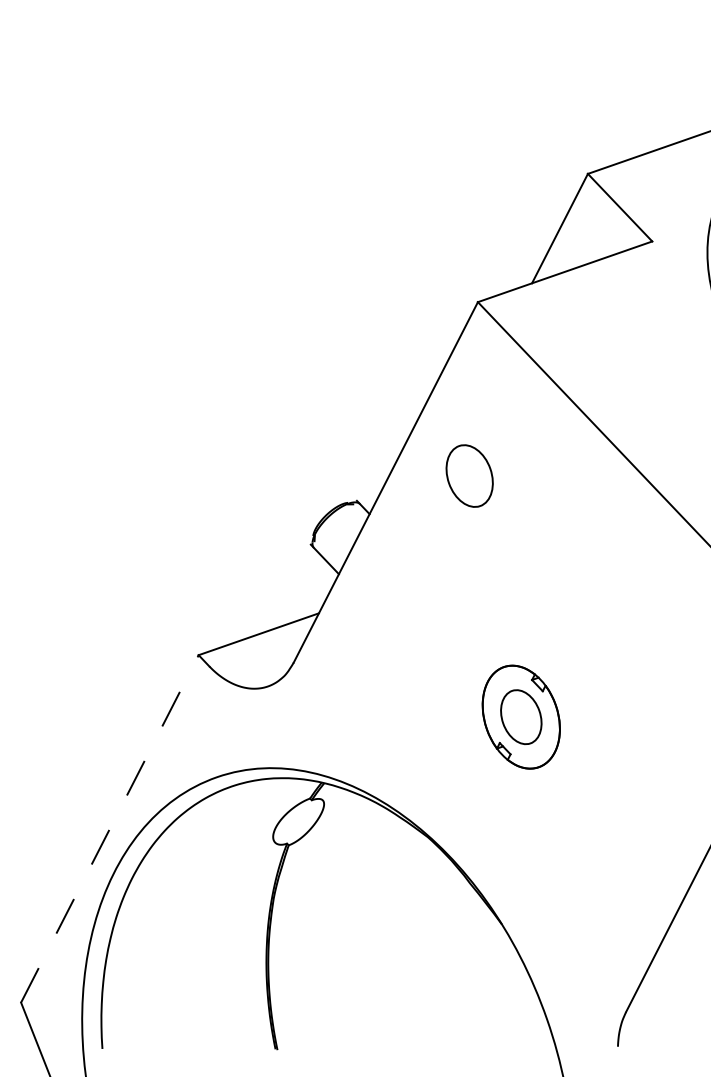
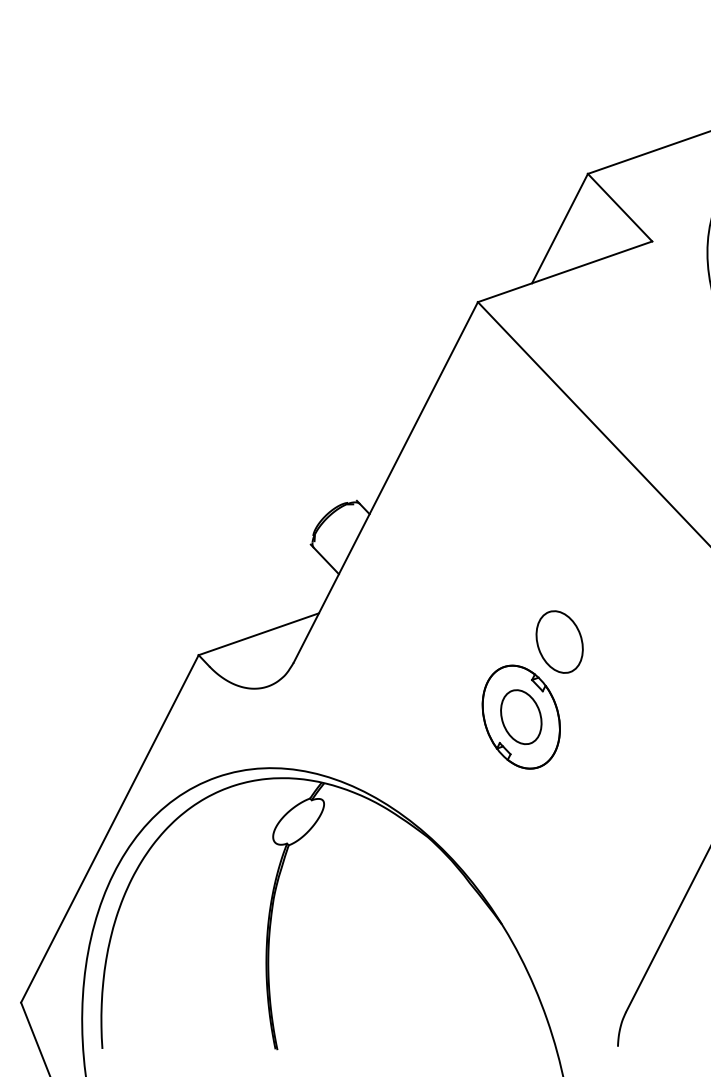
part at (469, 475) position: (469, 475) -> (559, 641)
line at (110, 828): dashed -> solid
